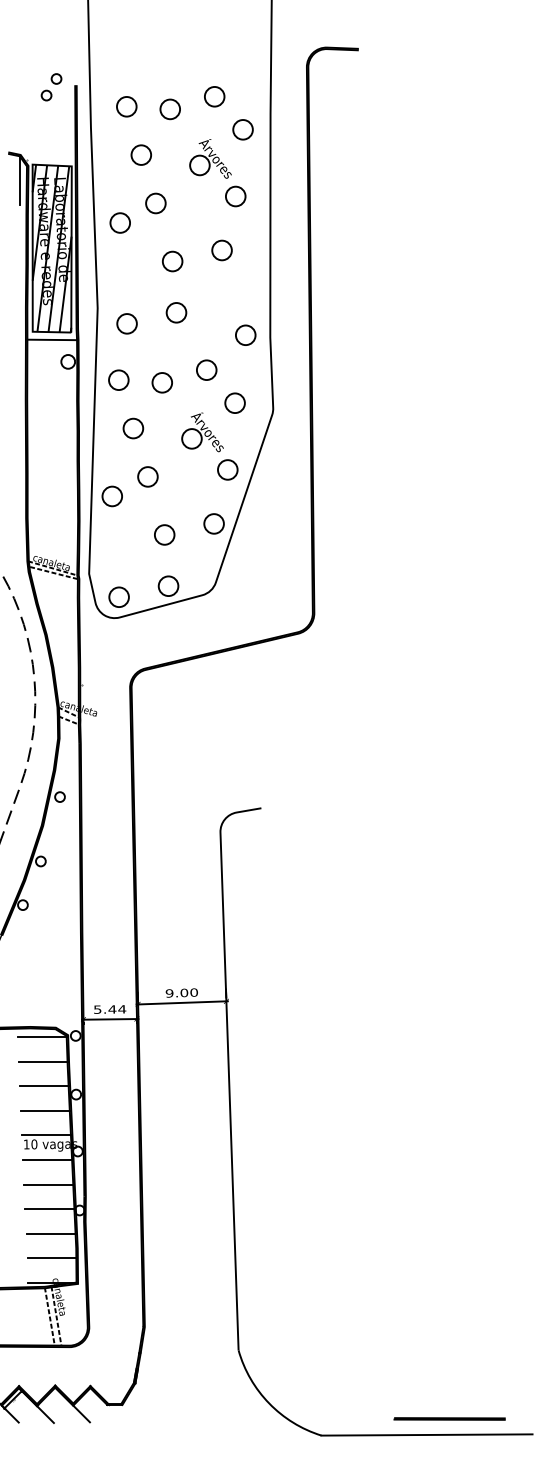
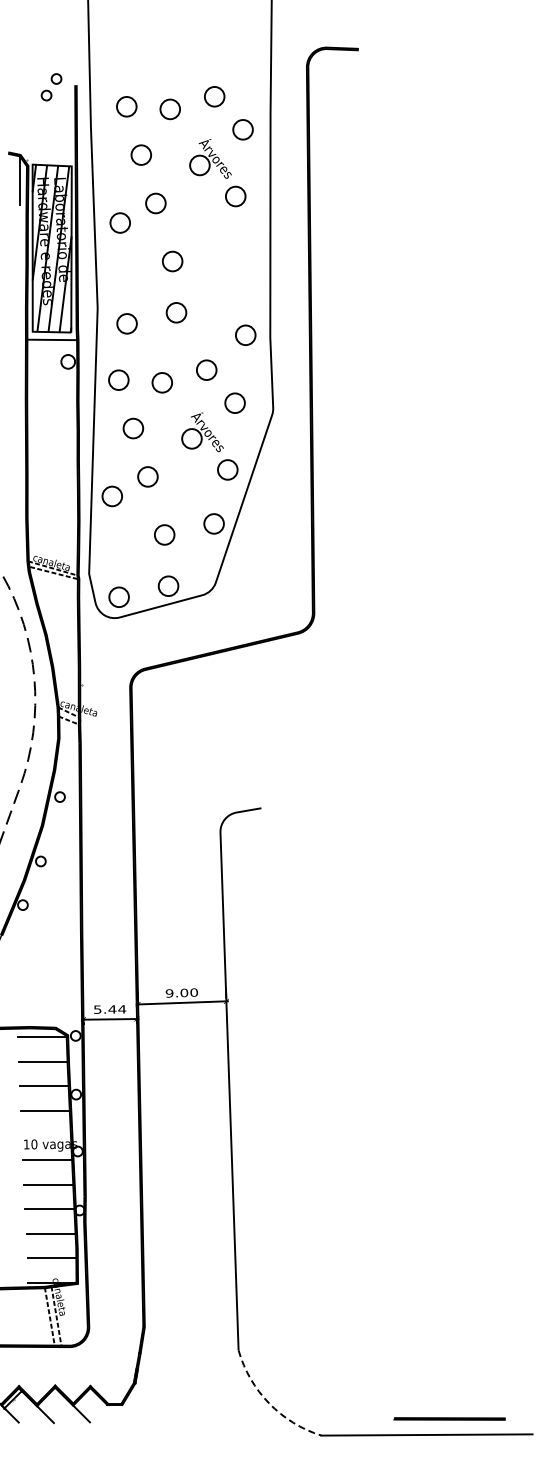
circle at (221, 250): present -> none
line at (45, 1135): present -> none
arc at (269, 1403): solid -> dashed
